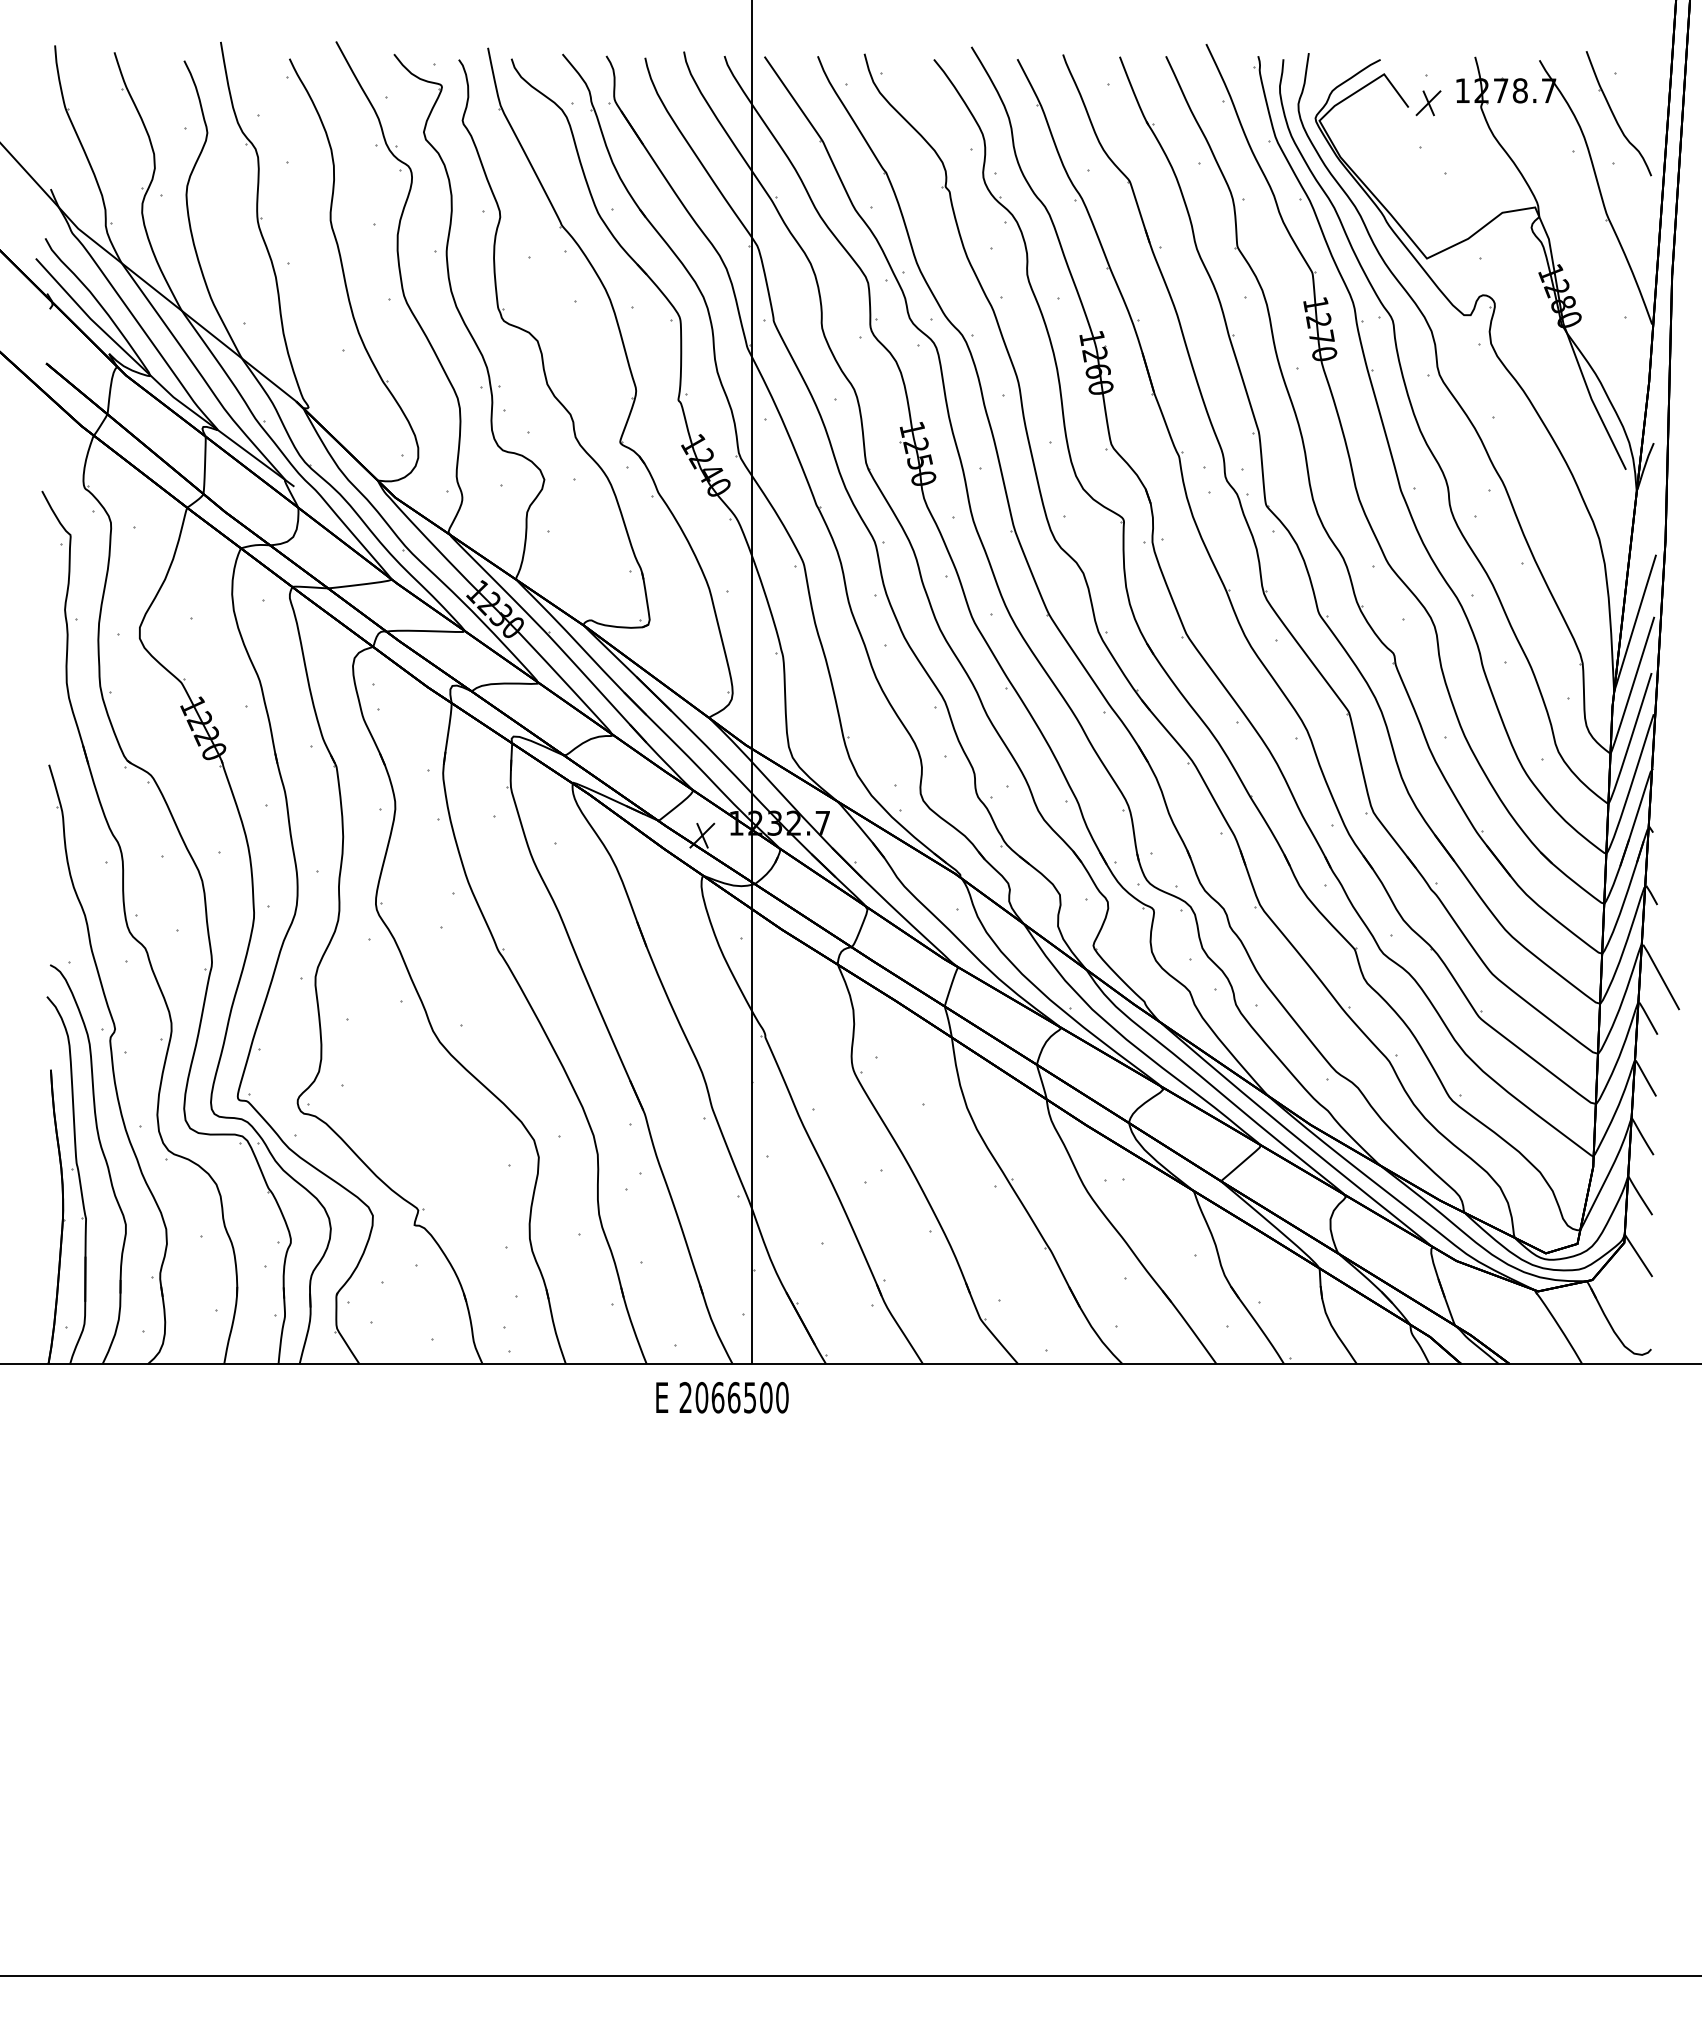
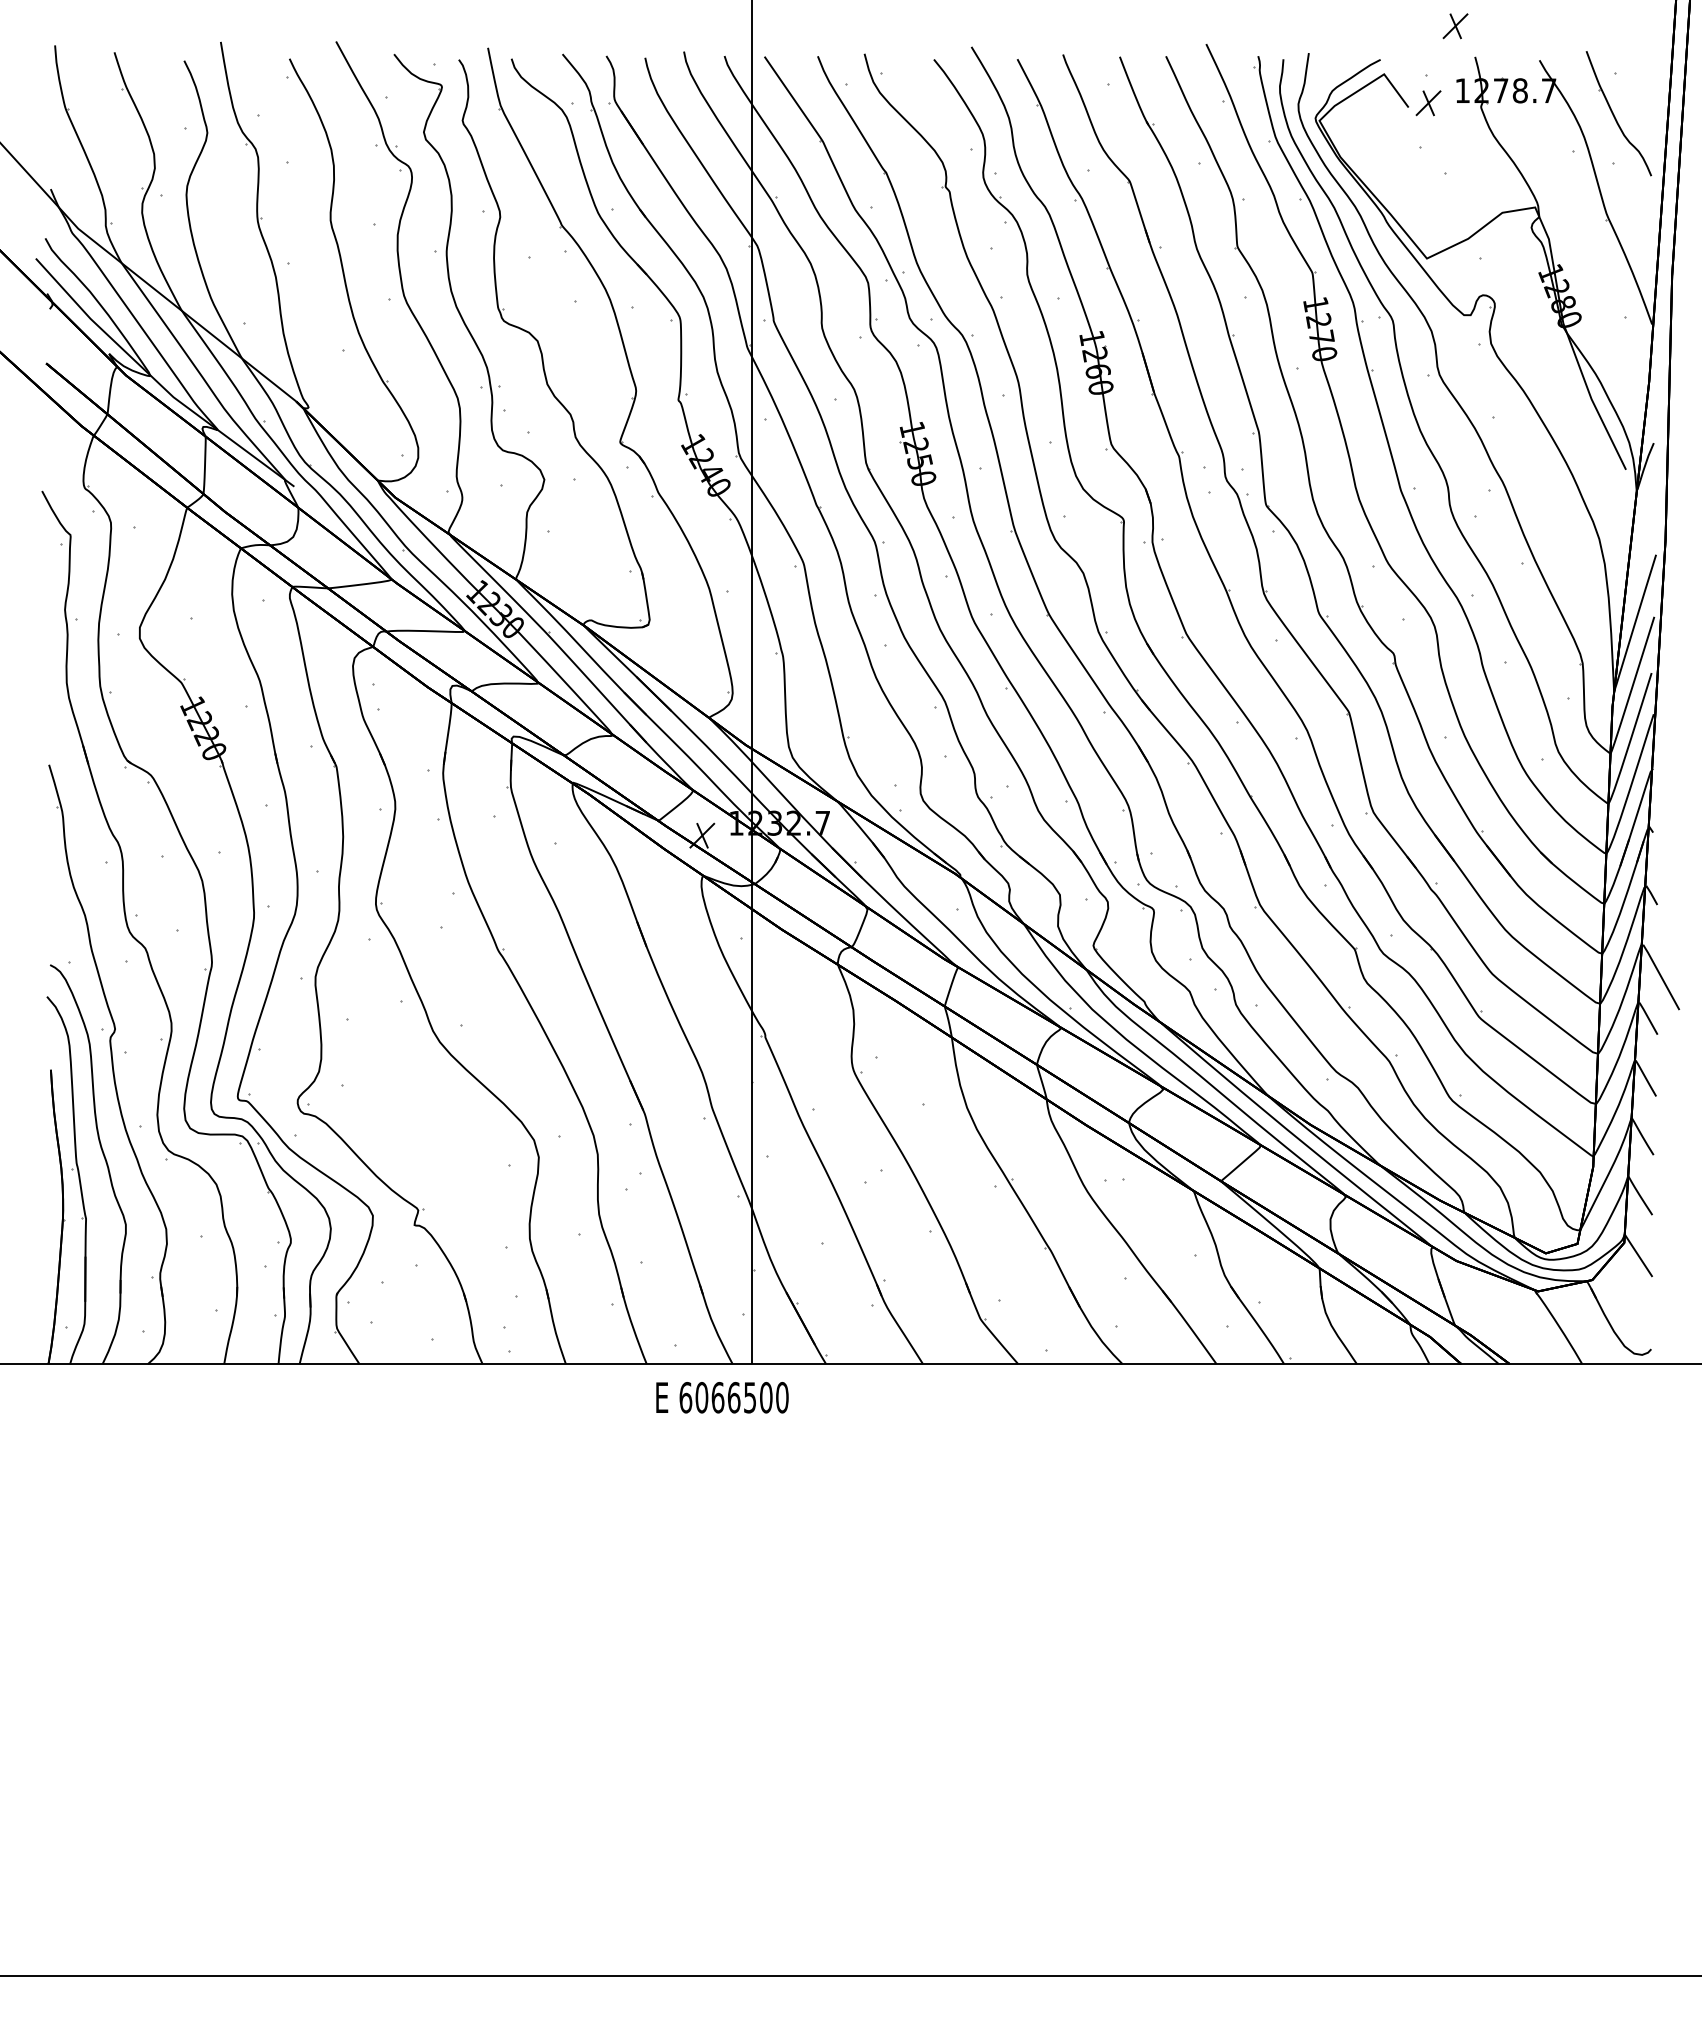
part at (1455, 26): none -> present
text at (685, 1397): 2066500 -> 6066500
